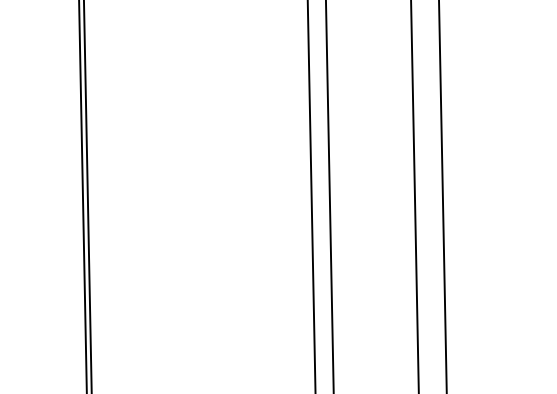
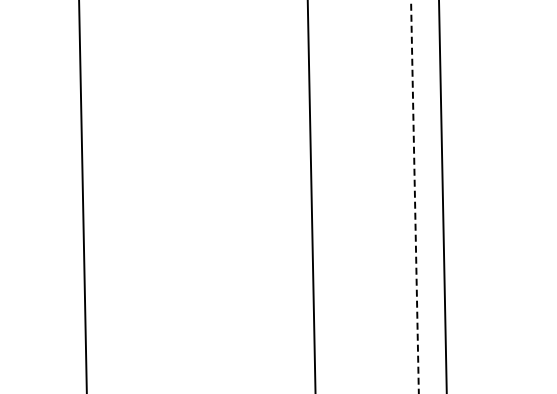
line at (87, 196): present -> none
line at (329, 196): present -> none
line at (414, 197): solid -> dashed
